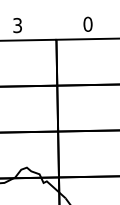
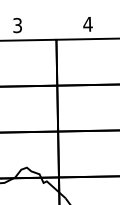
text at (87, 23): 0 -> 4
